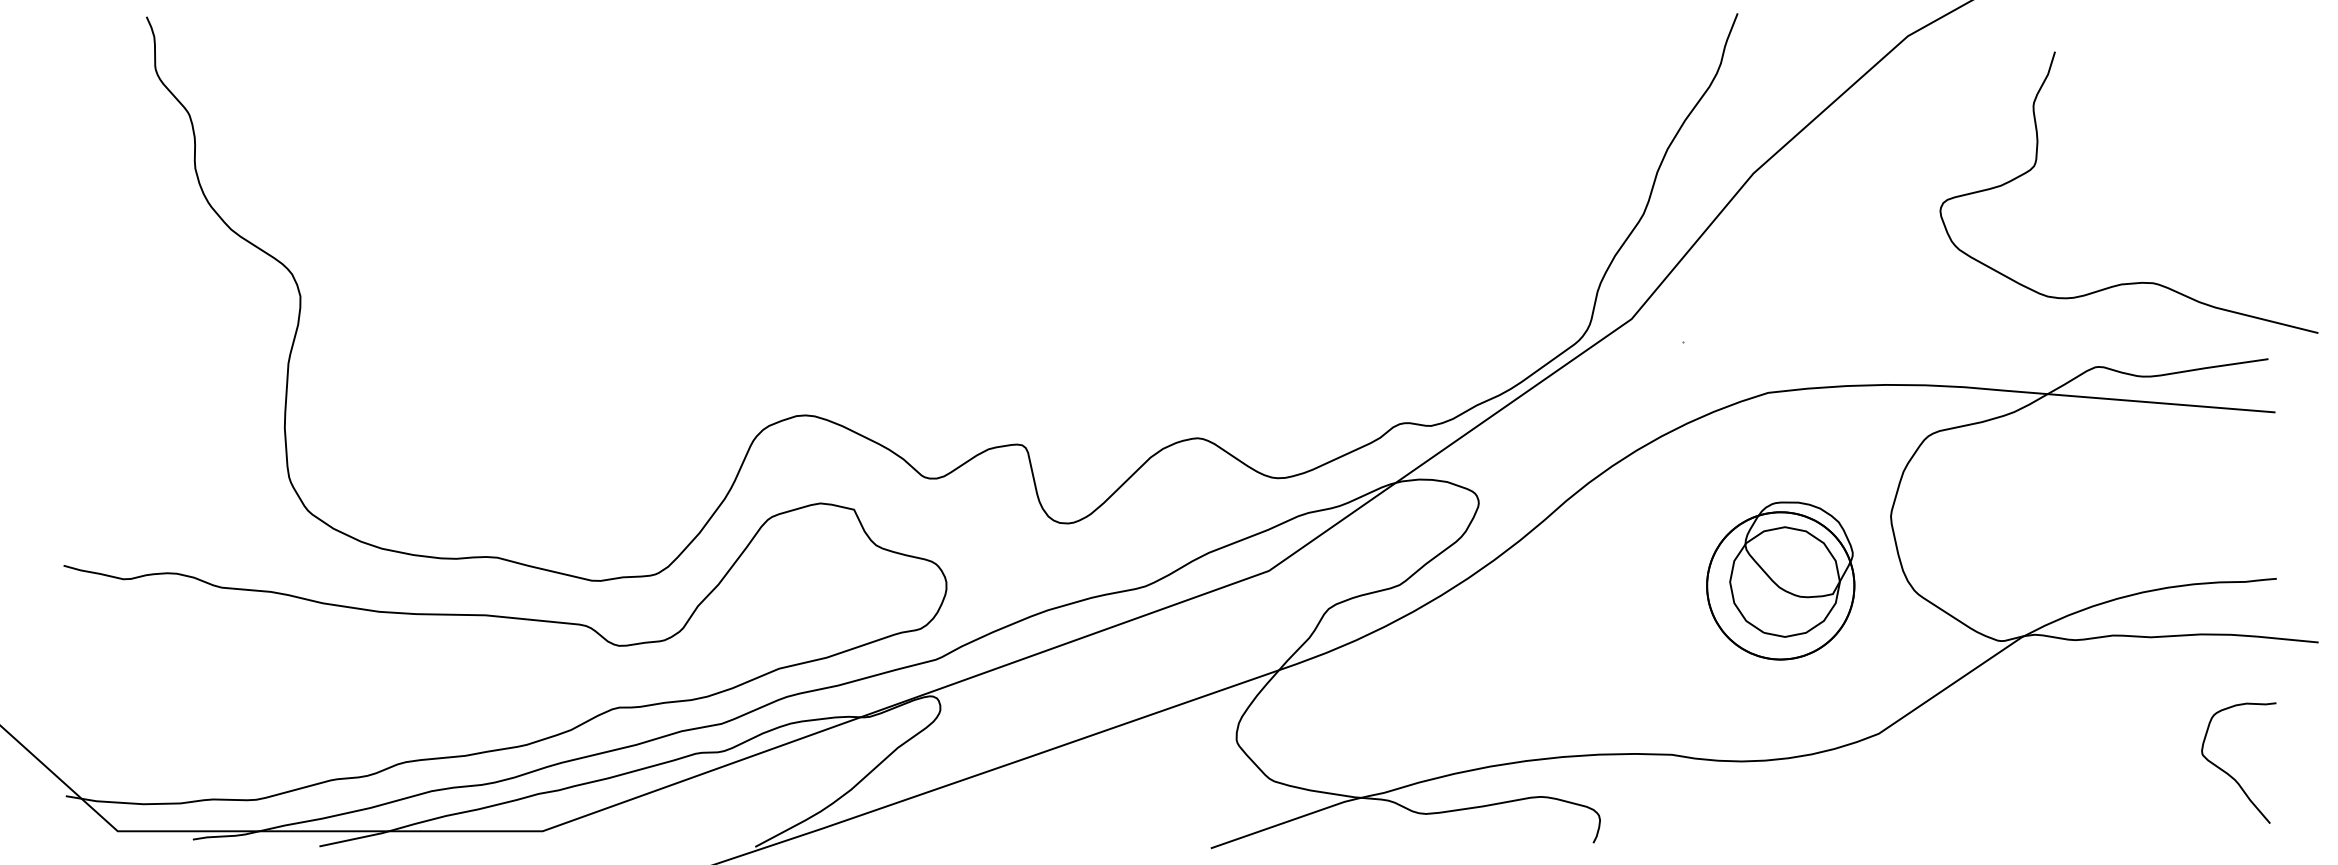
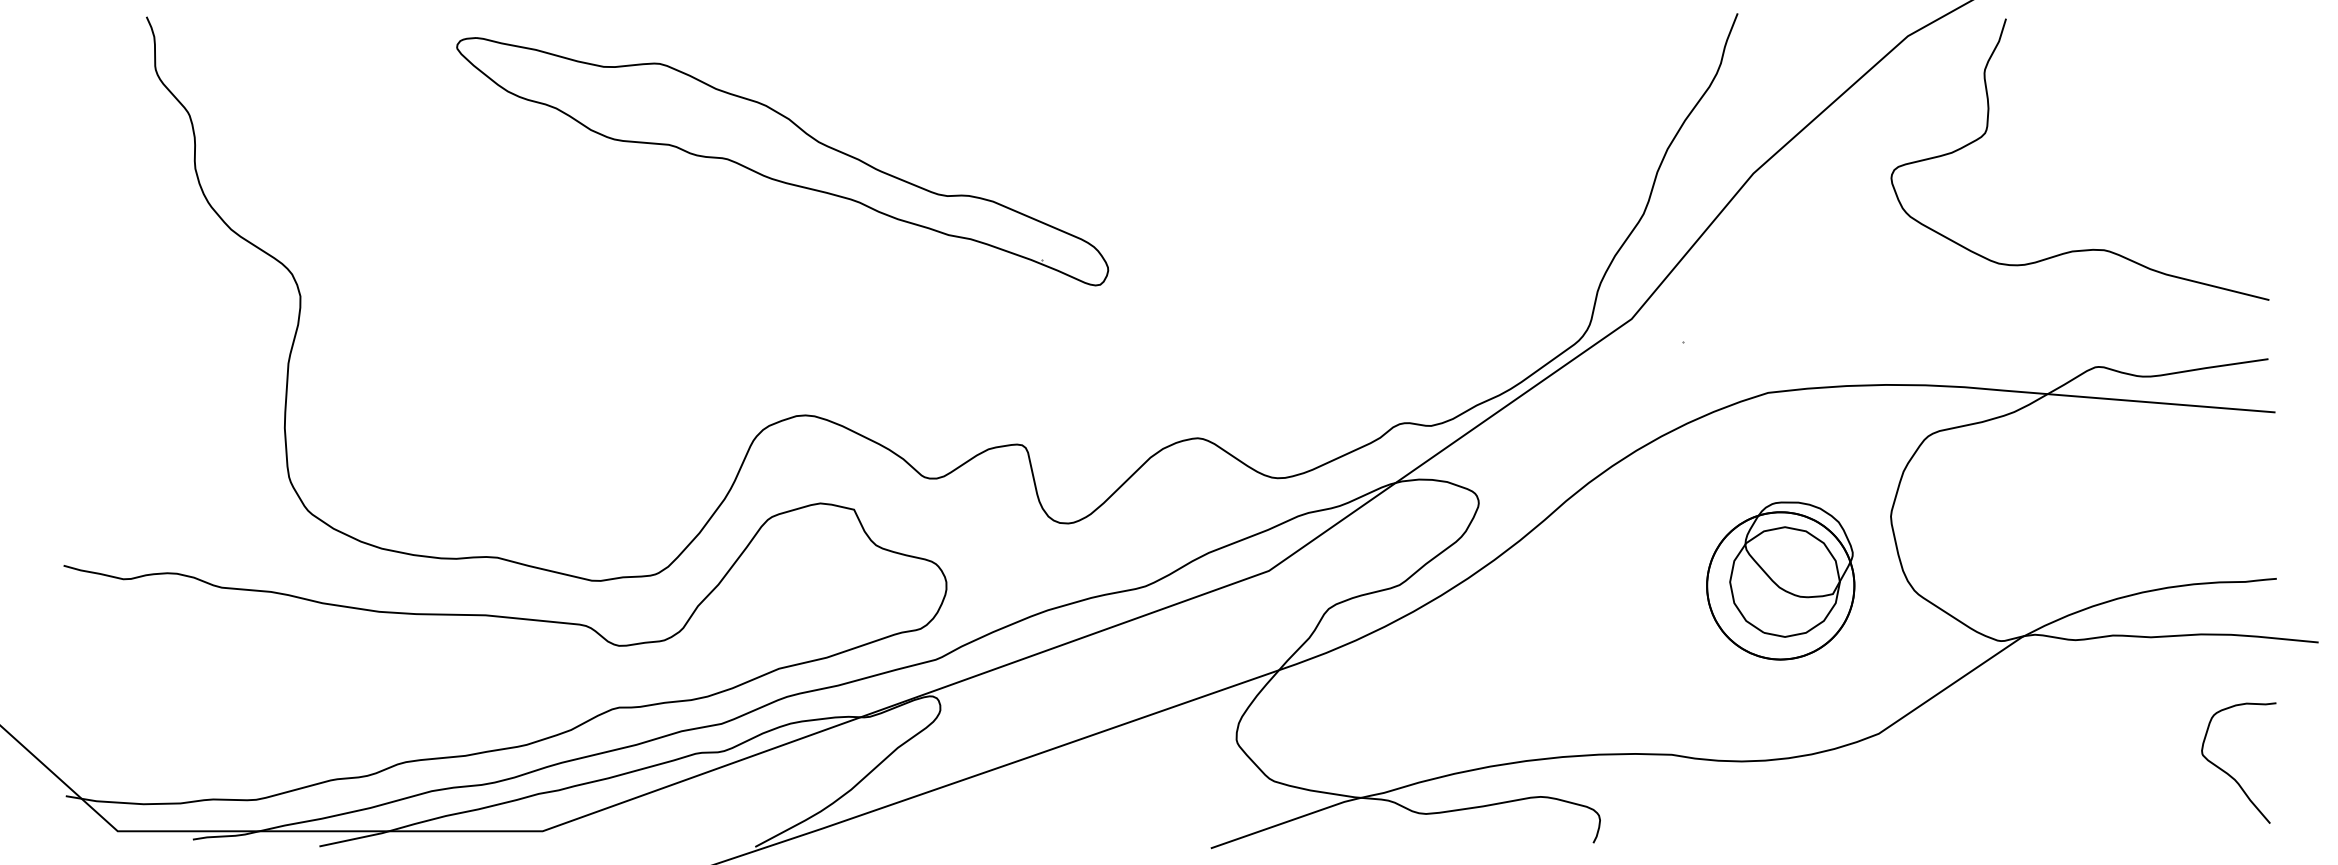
part at (782, 161): none -> present
curve at (2129, 282) position: (2129, 282) -> (2080, 249)
